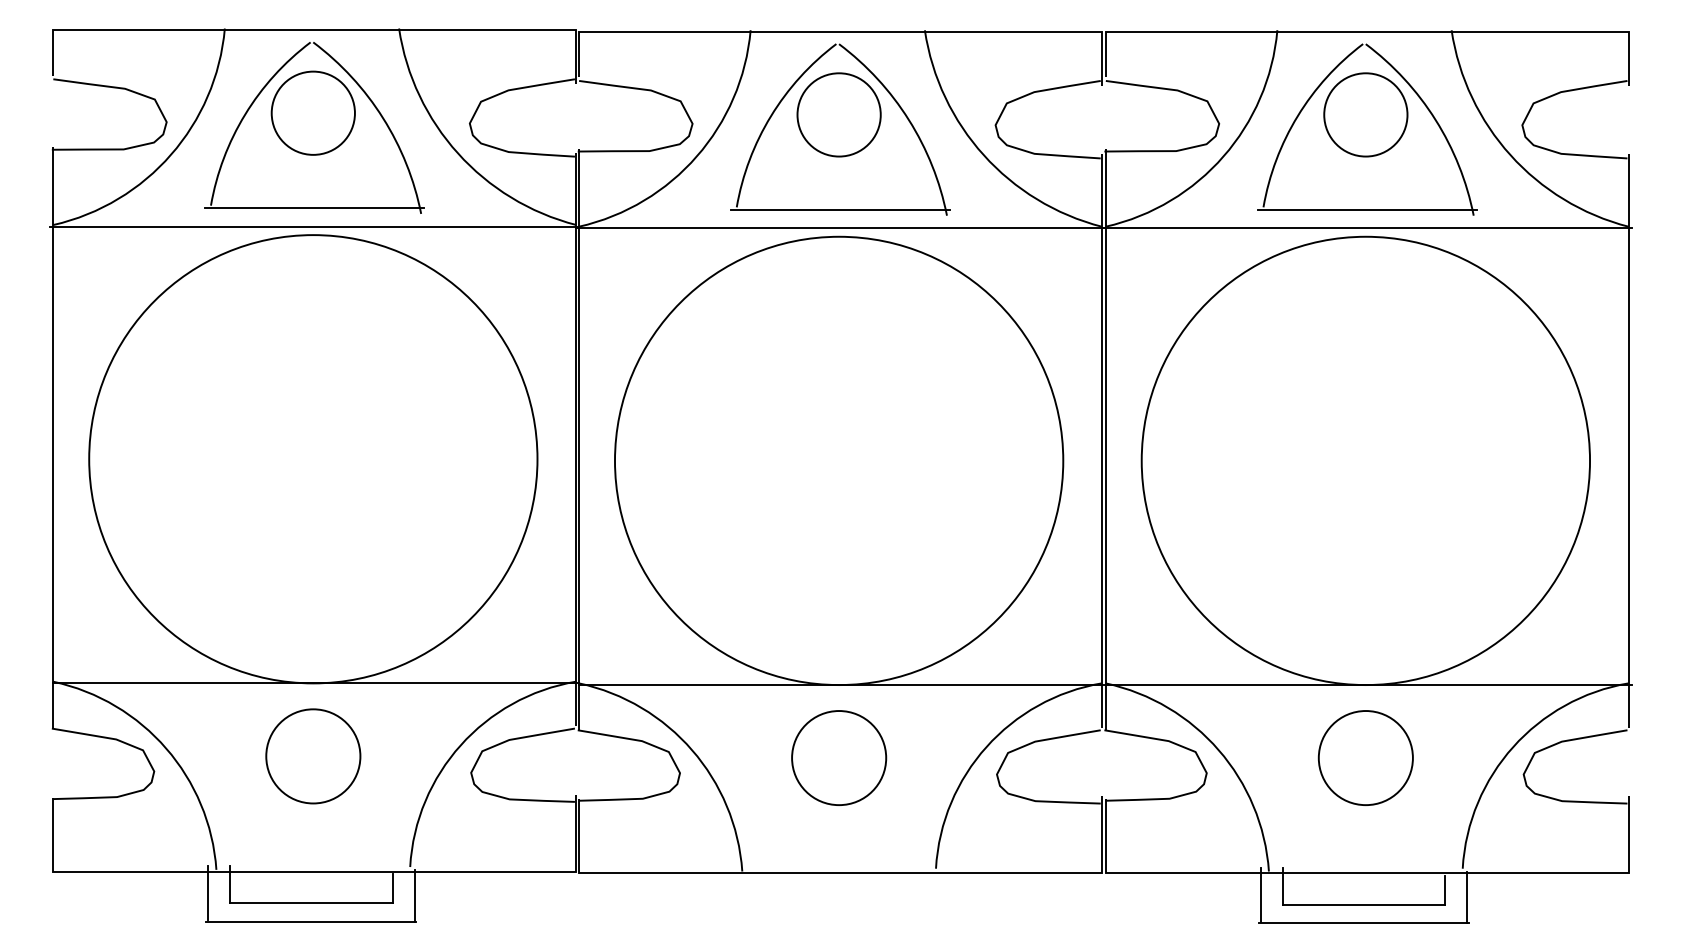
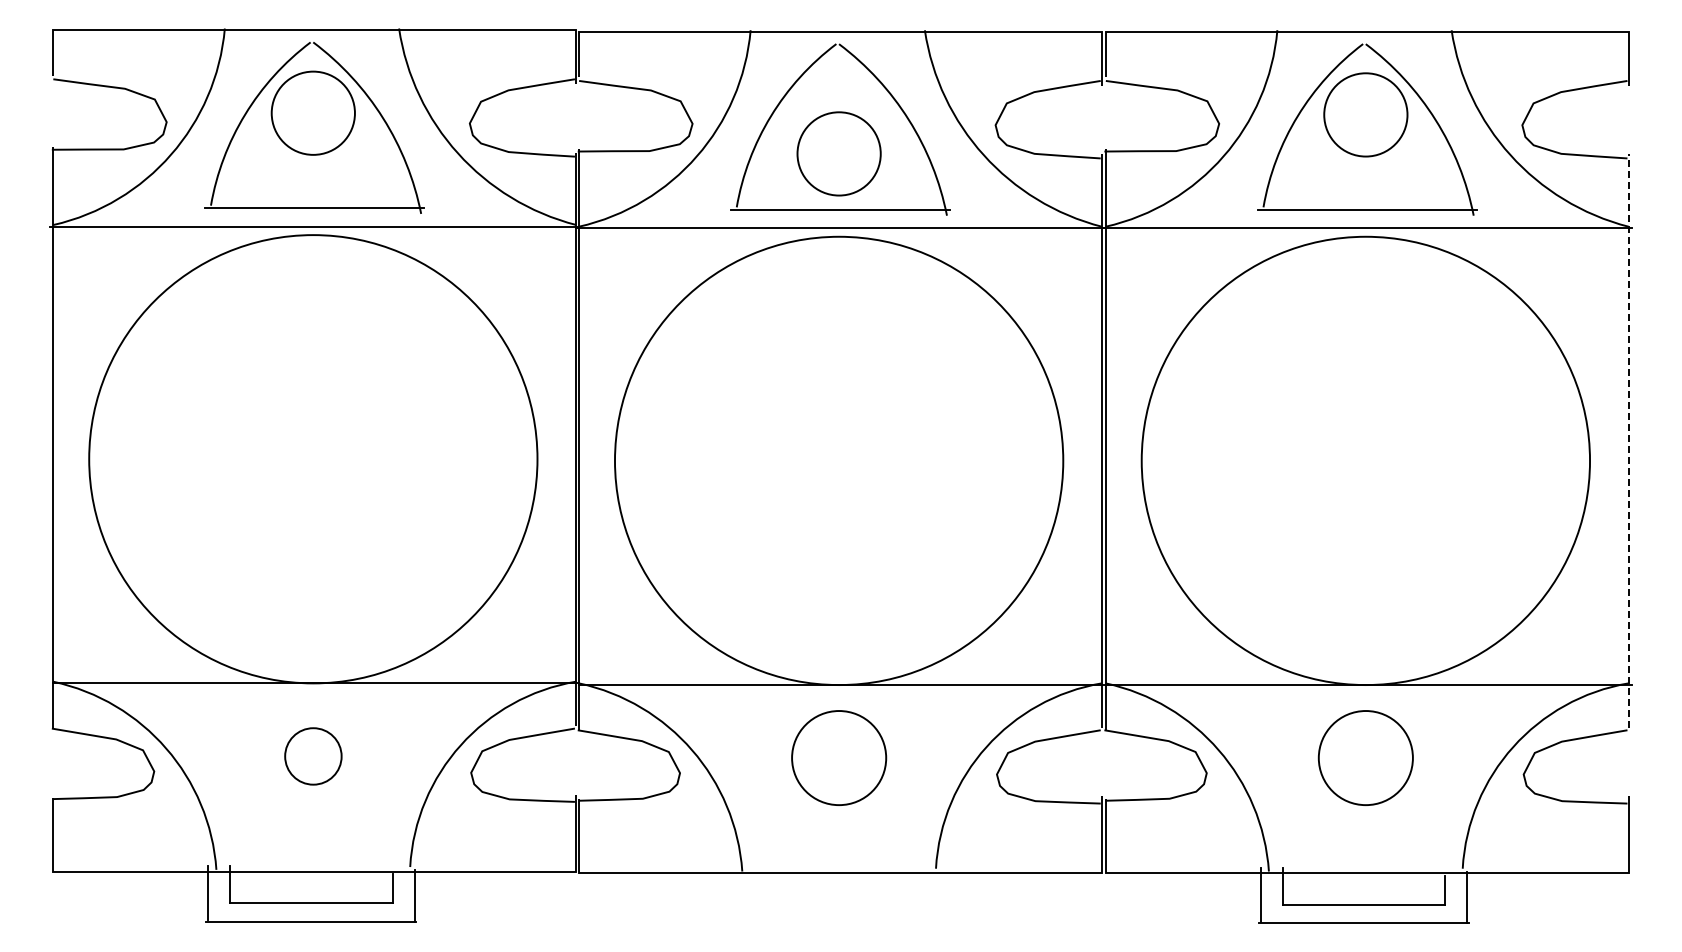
circle at (838, 114) position: (838, 114) -> (838, 153)
line at (1628, 441): solid -> dashed
circle at (313, 756) size: 97x97 px -> 59x59 px
